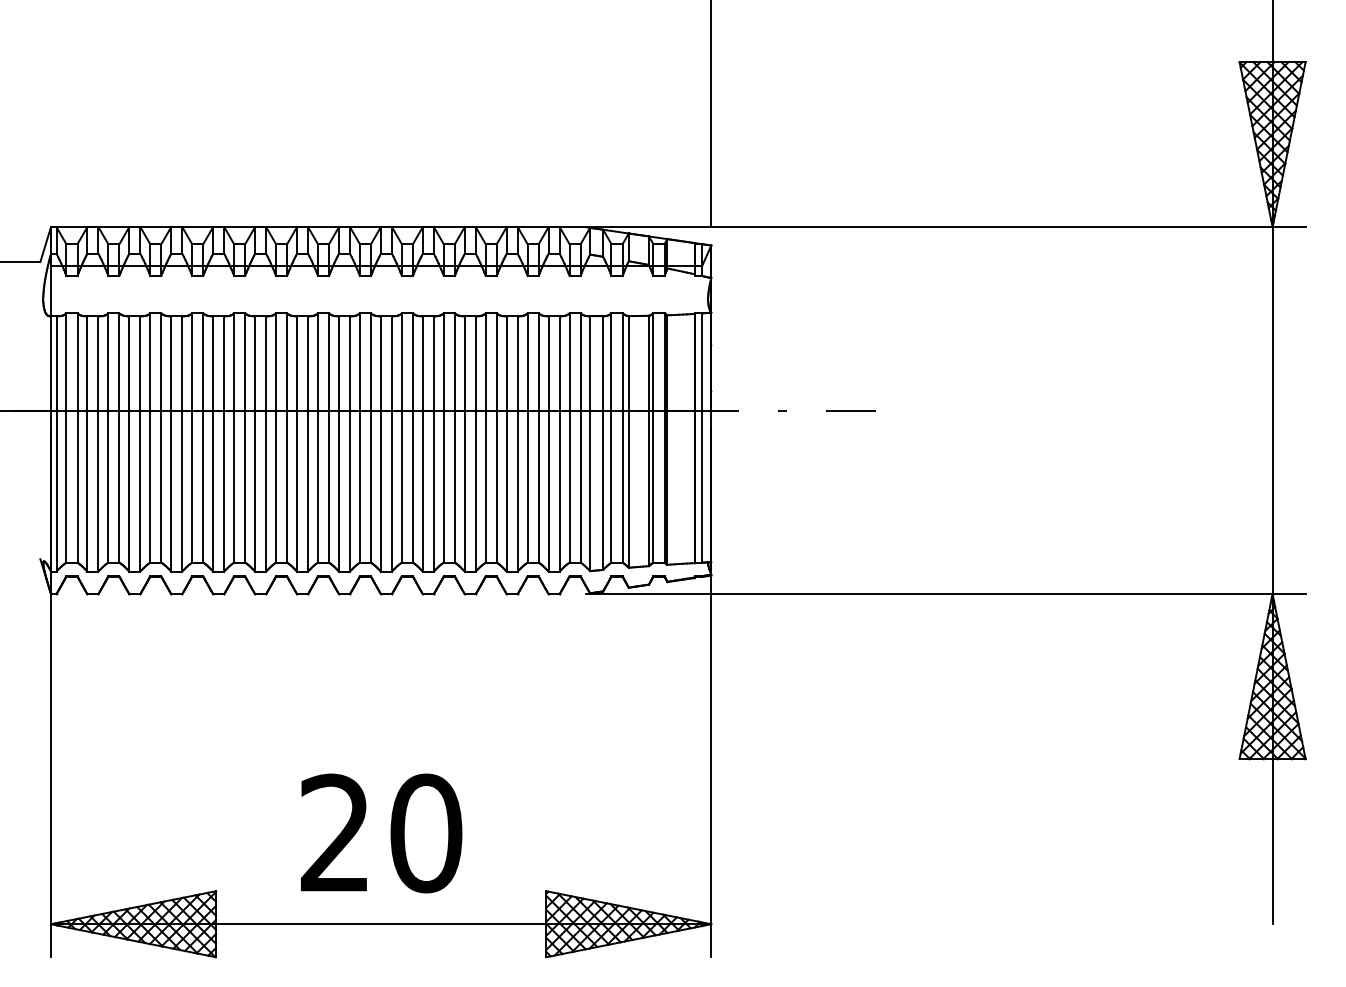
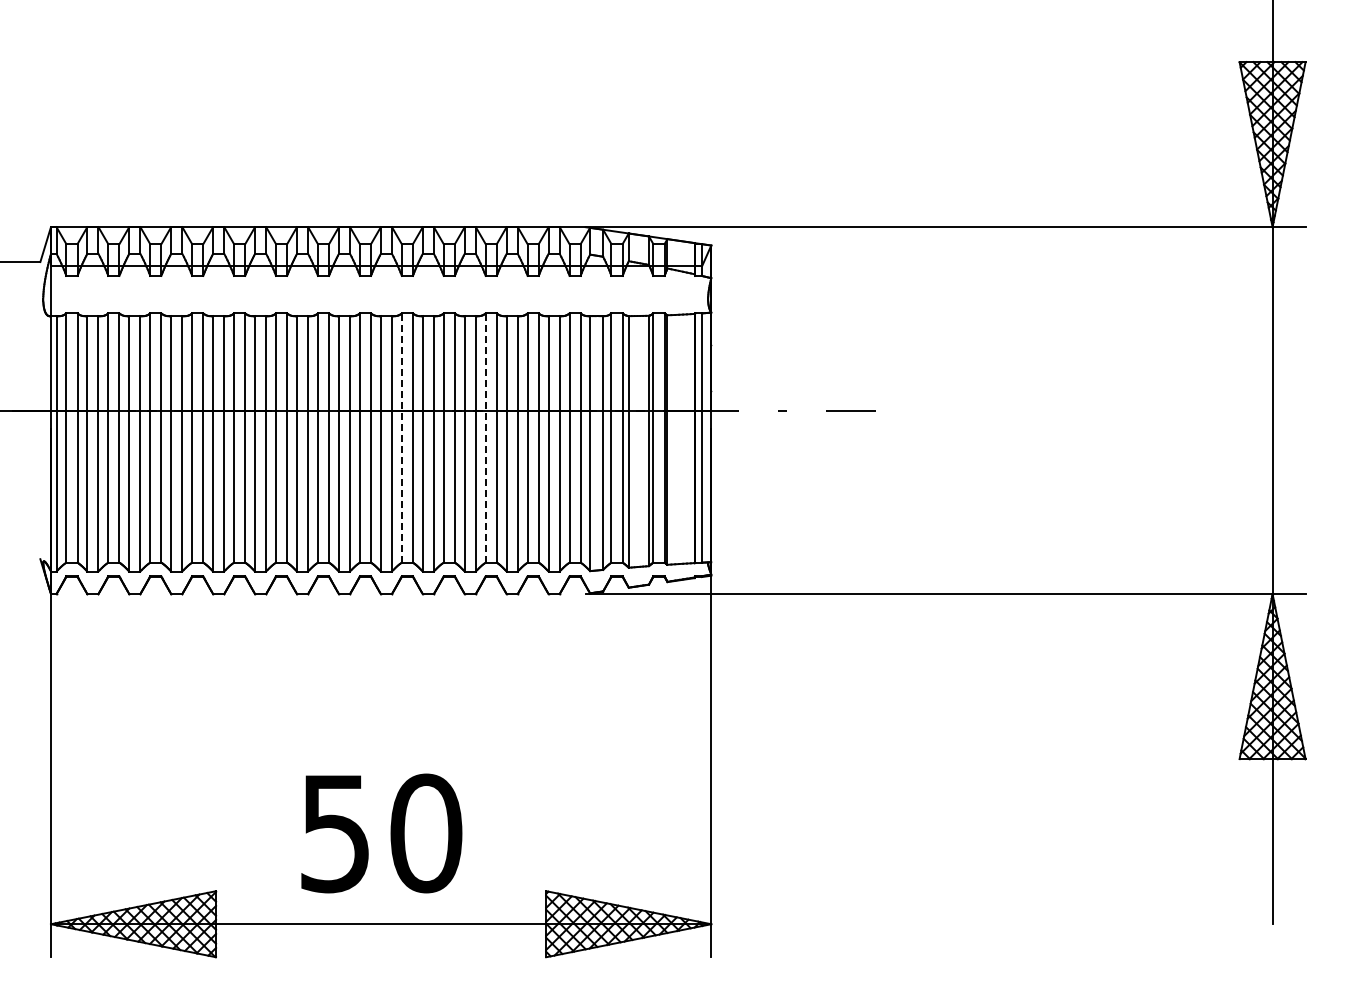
line at (711, 114): present -> none
line at (401, 438): solid -> dashed
line at (485, 438): solid -> dashed
text at (334, 833): 20 -> 50
